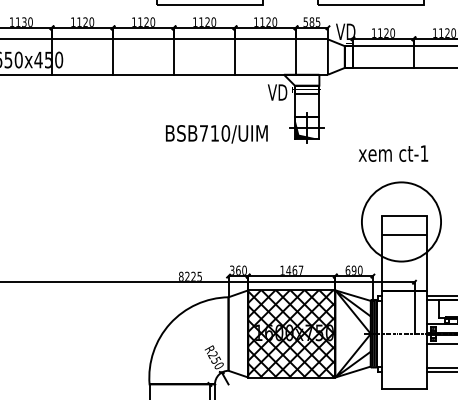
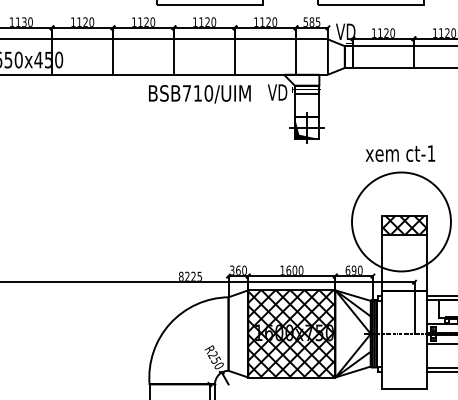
text at (216, 134) position: (216, 134) -> (199, 94)
text at (393, 153) position: (393, 153) -> (400, 153)
circle at (401, 221) diameter: 79 px -> 99 px
hatch at (404, 225): none -> present
text at (294, 269): 1467 -> 1600
